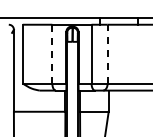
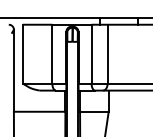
line at (107, 53): dashed -> solid
line at (52, 54): dashed -> solid
